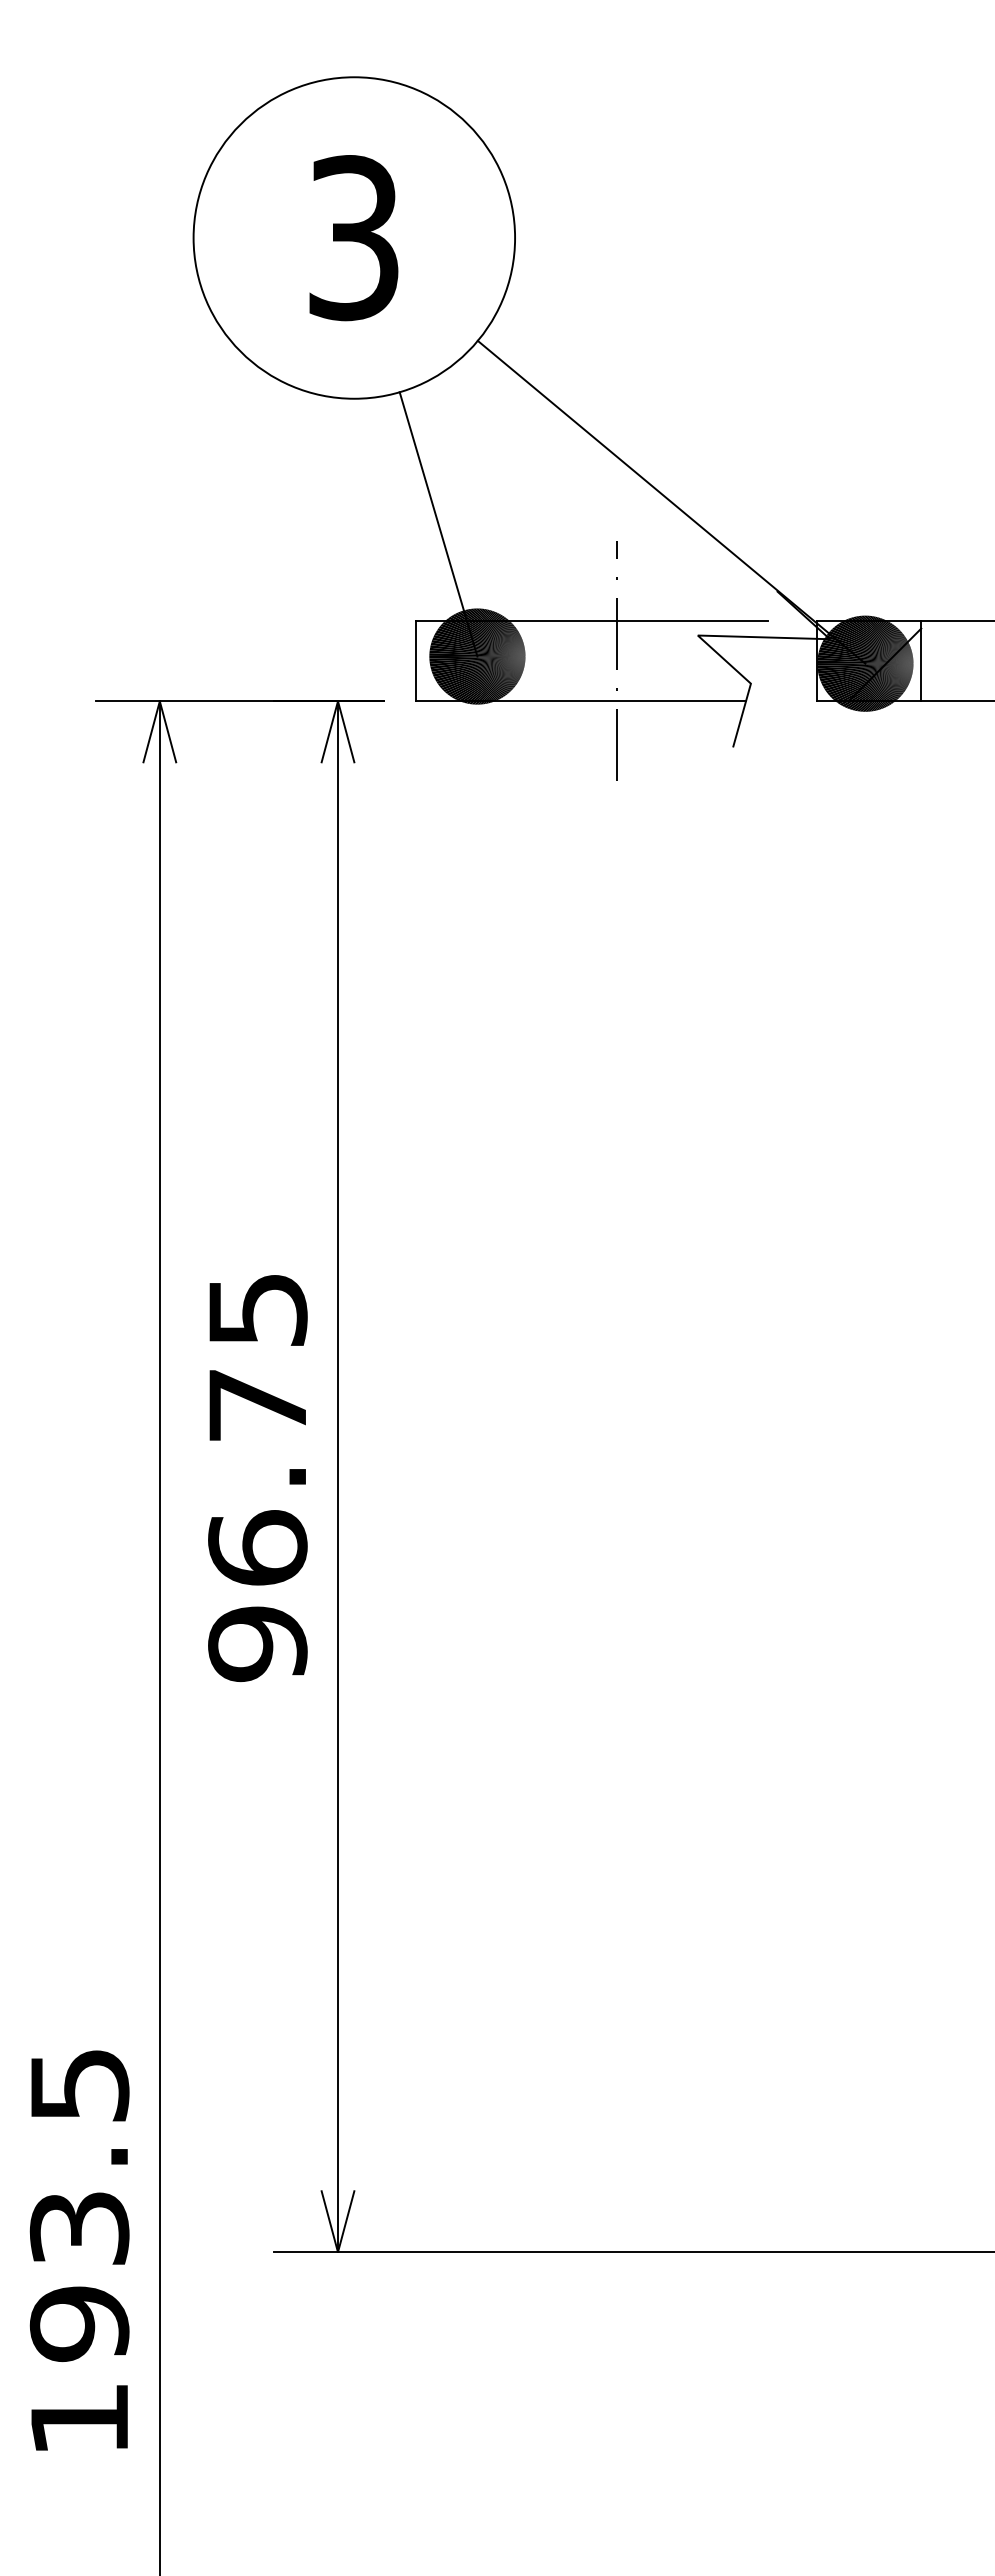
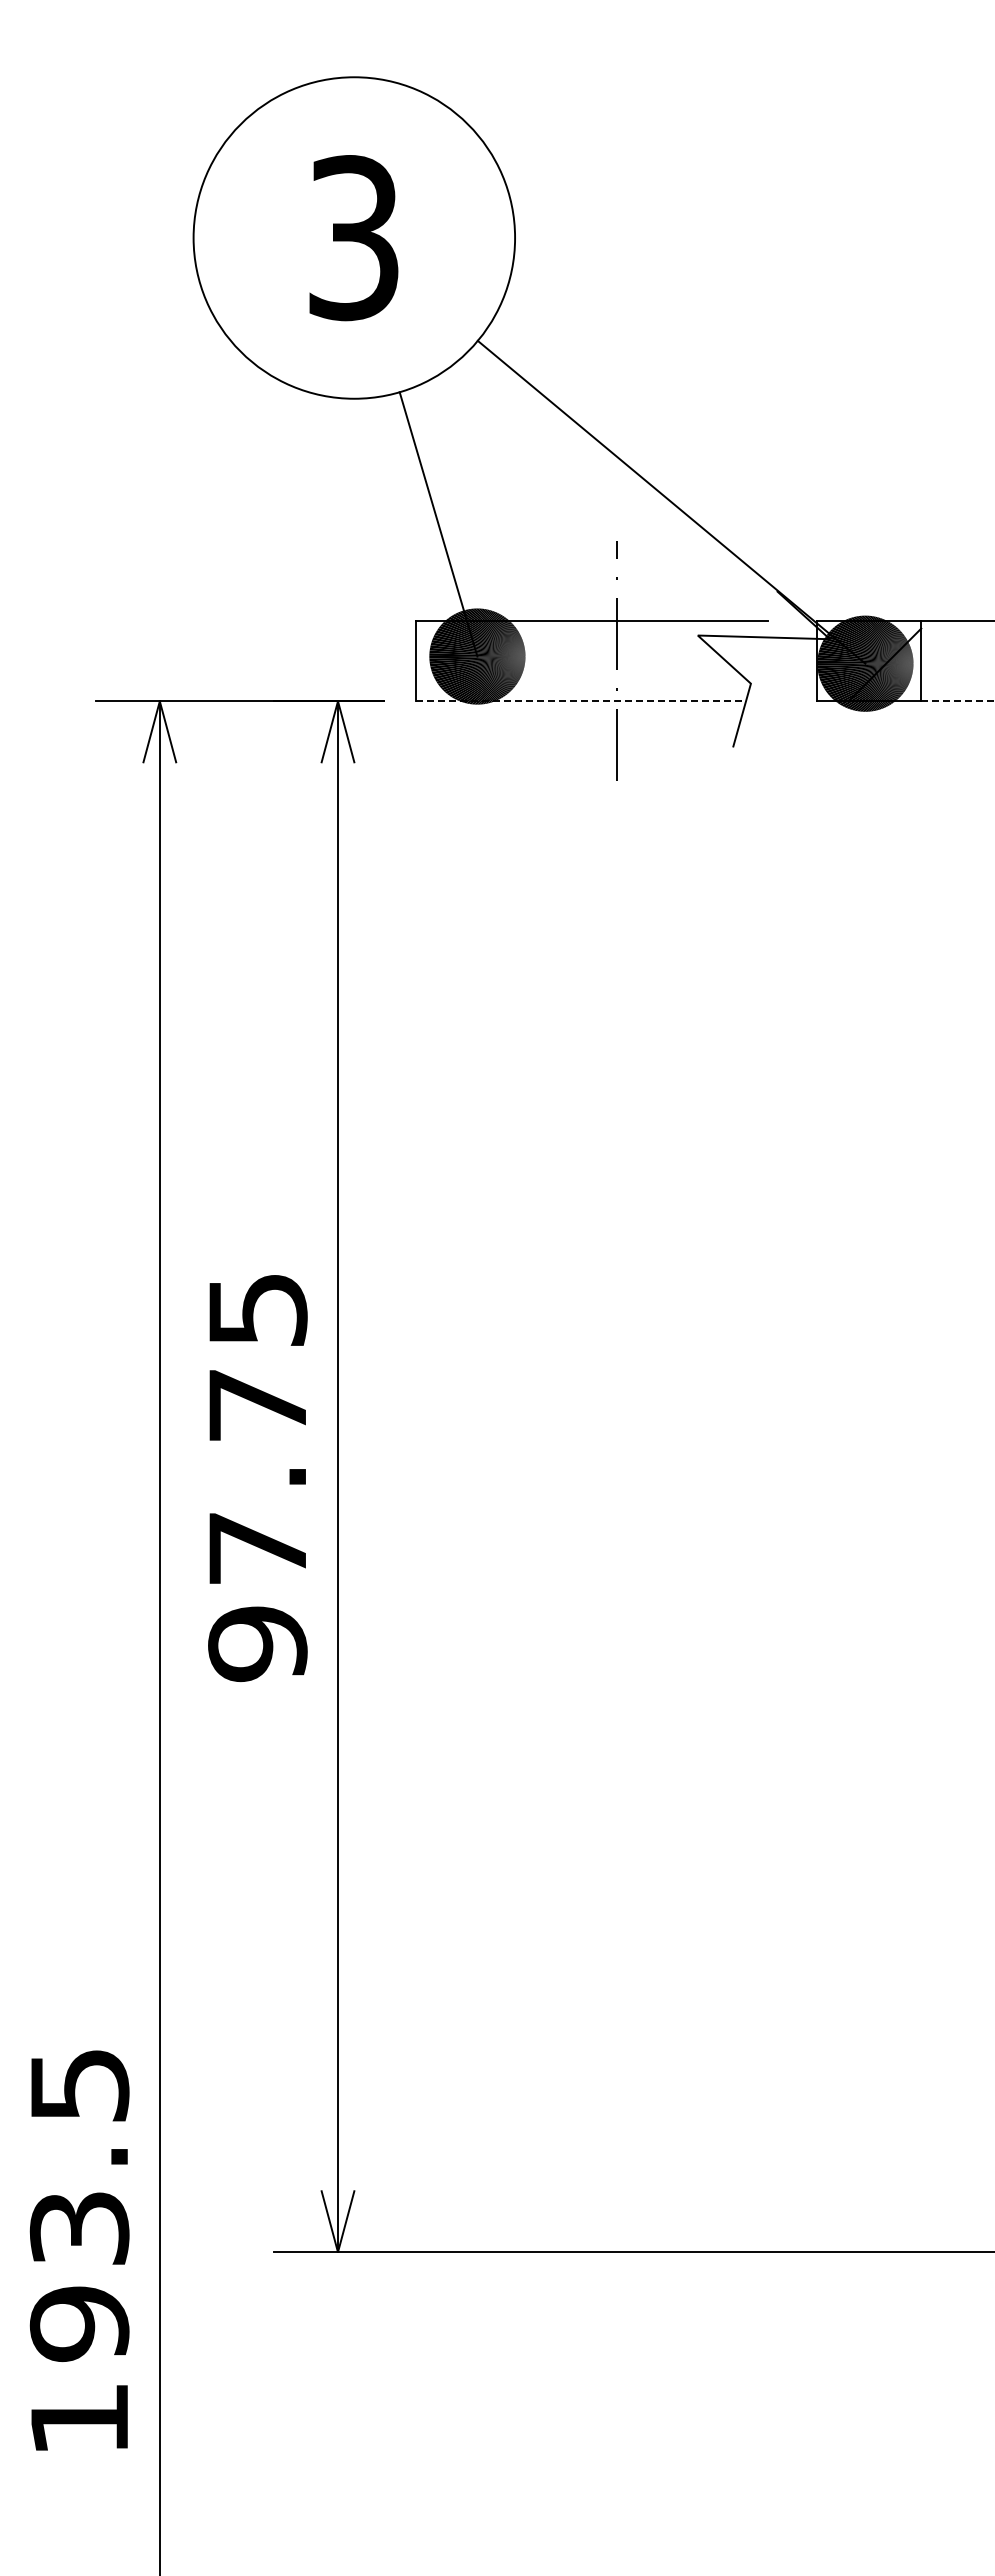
line at (581, 701): solid -> dashed
line at (957, 701): solid -> dashed
text at (257, 1547): 96.75 -> 97.75
